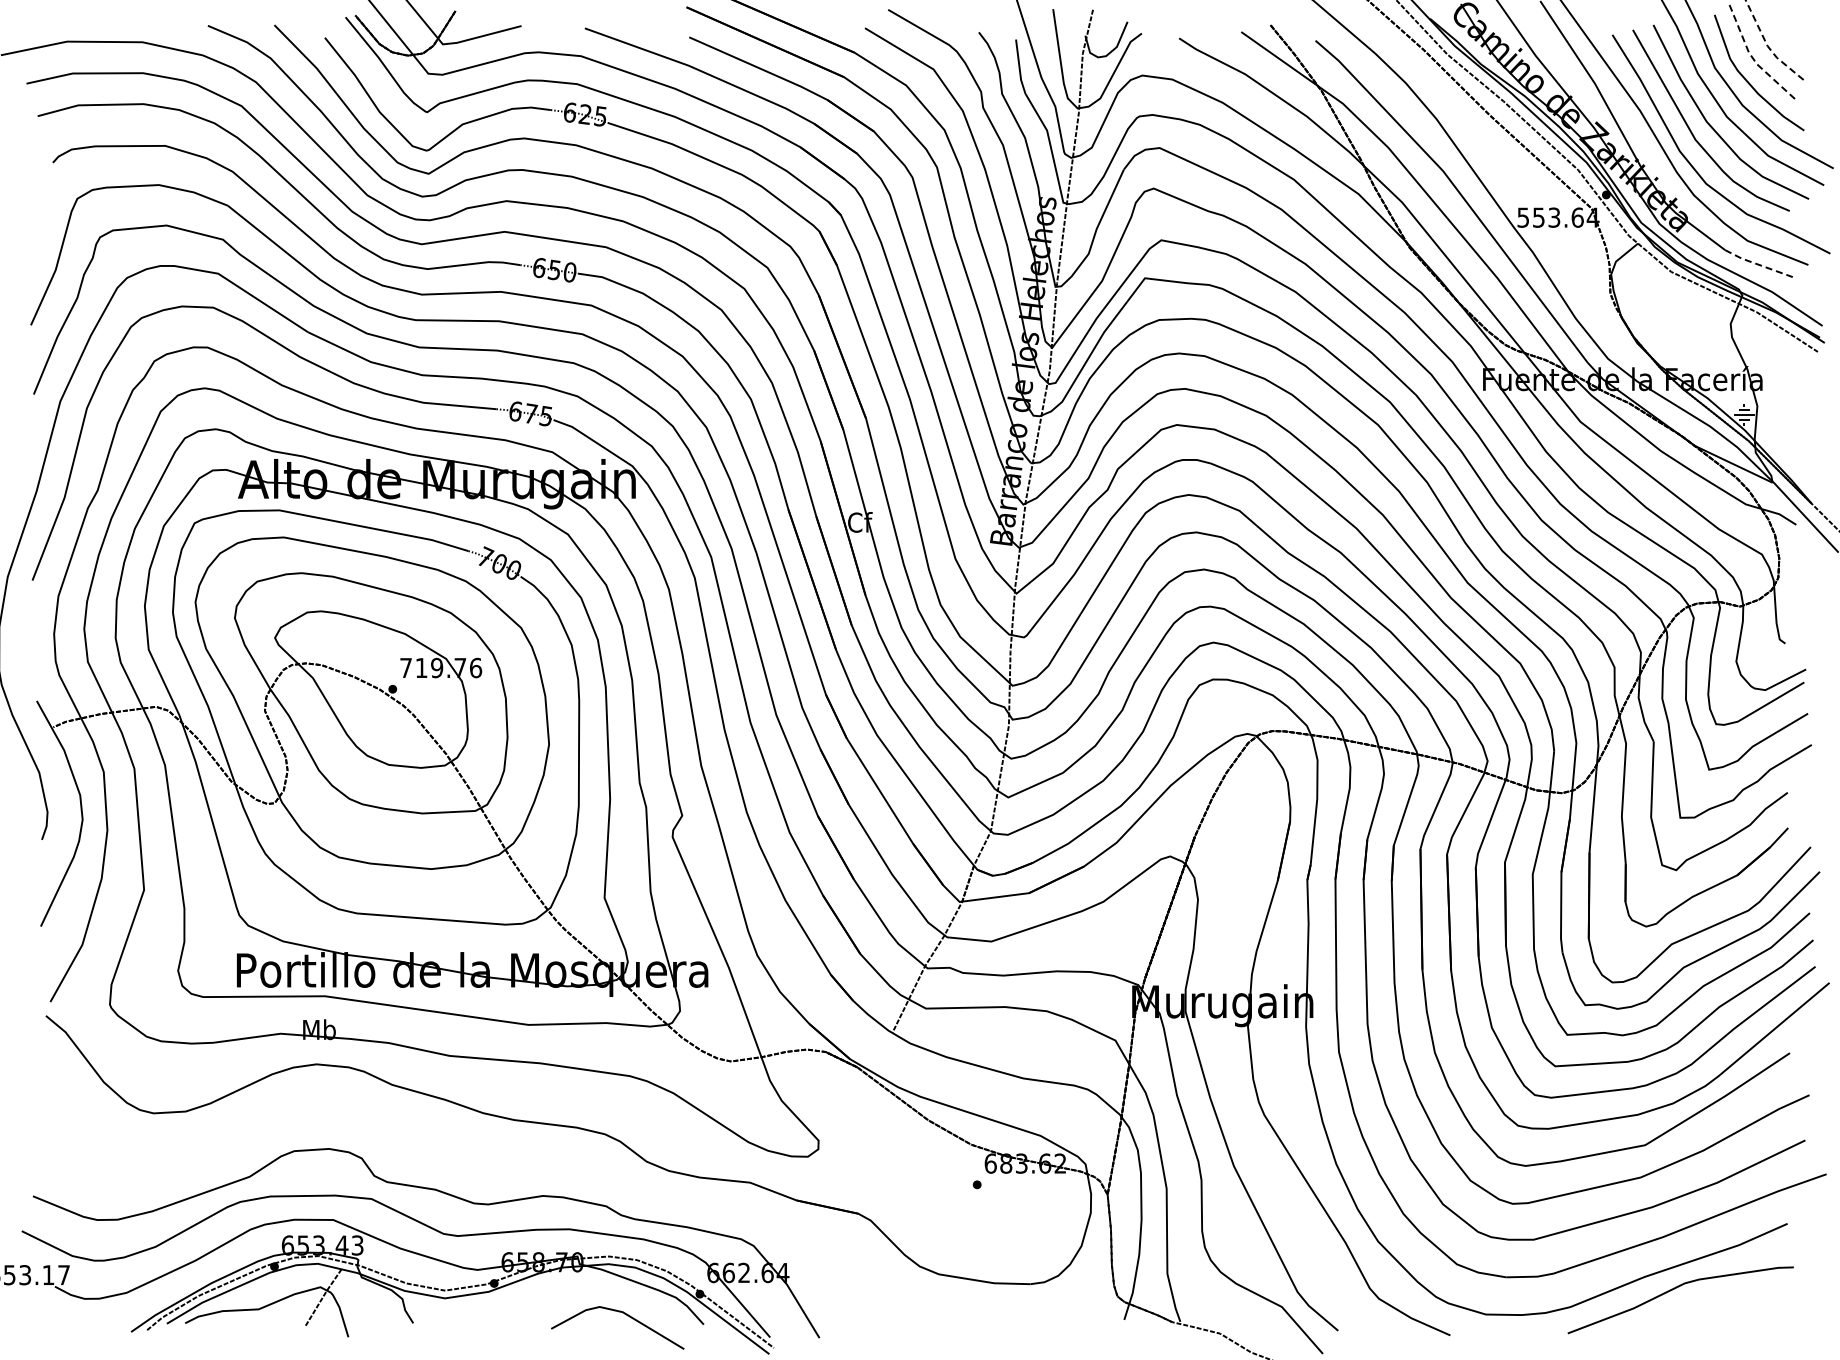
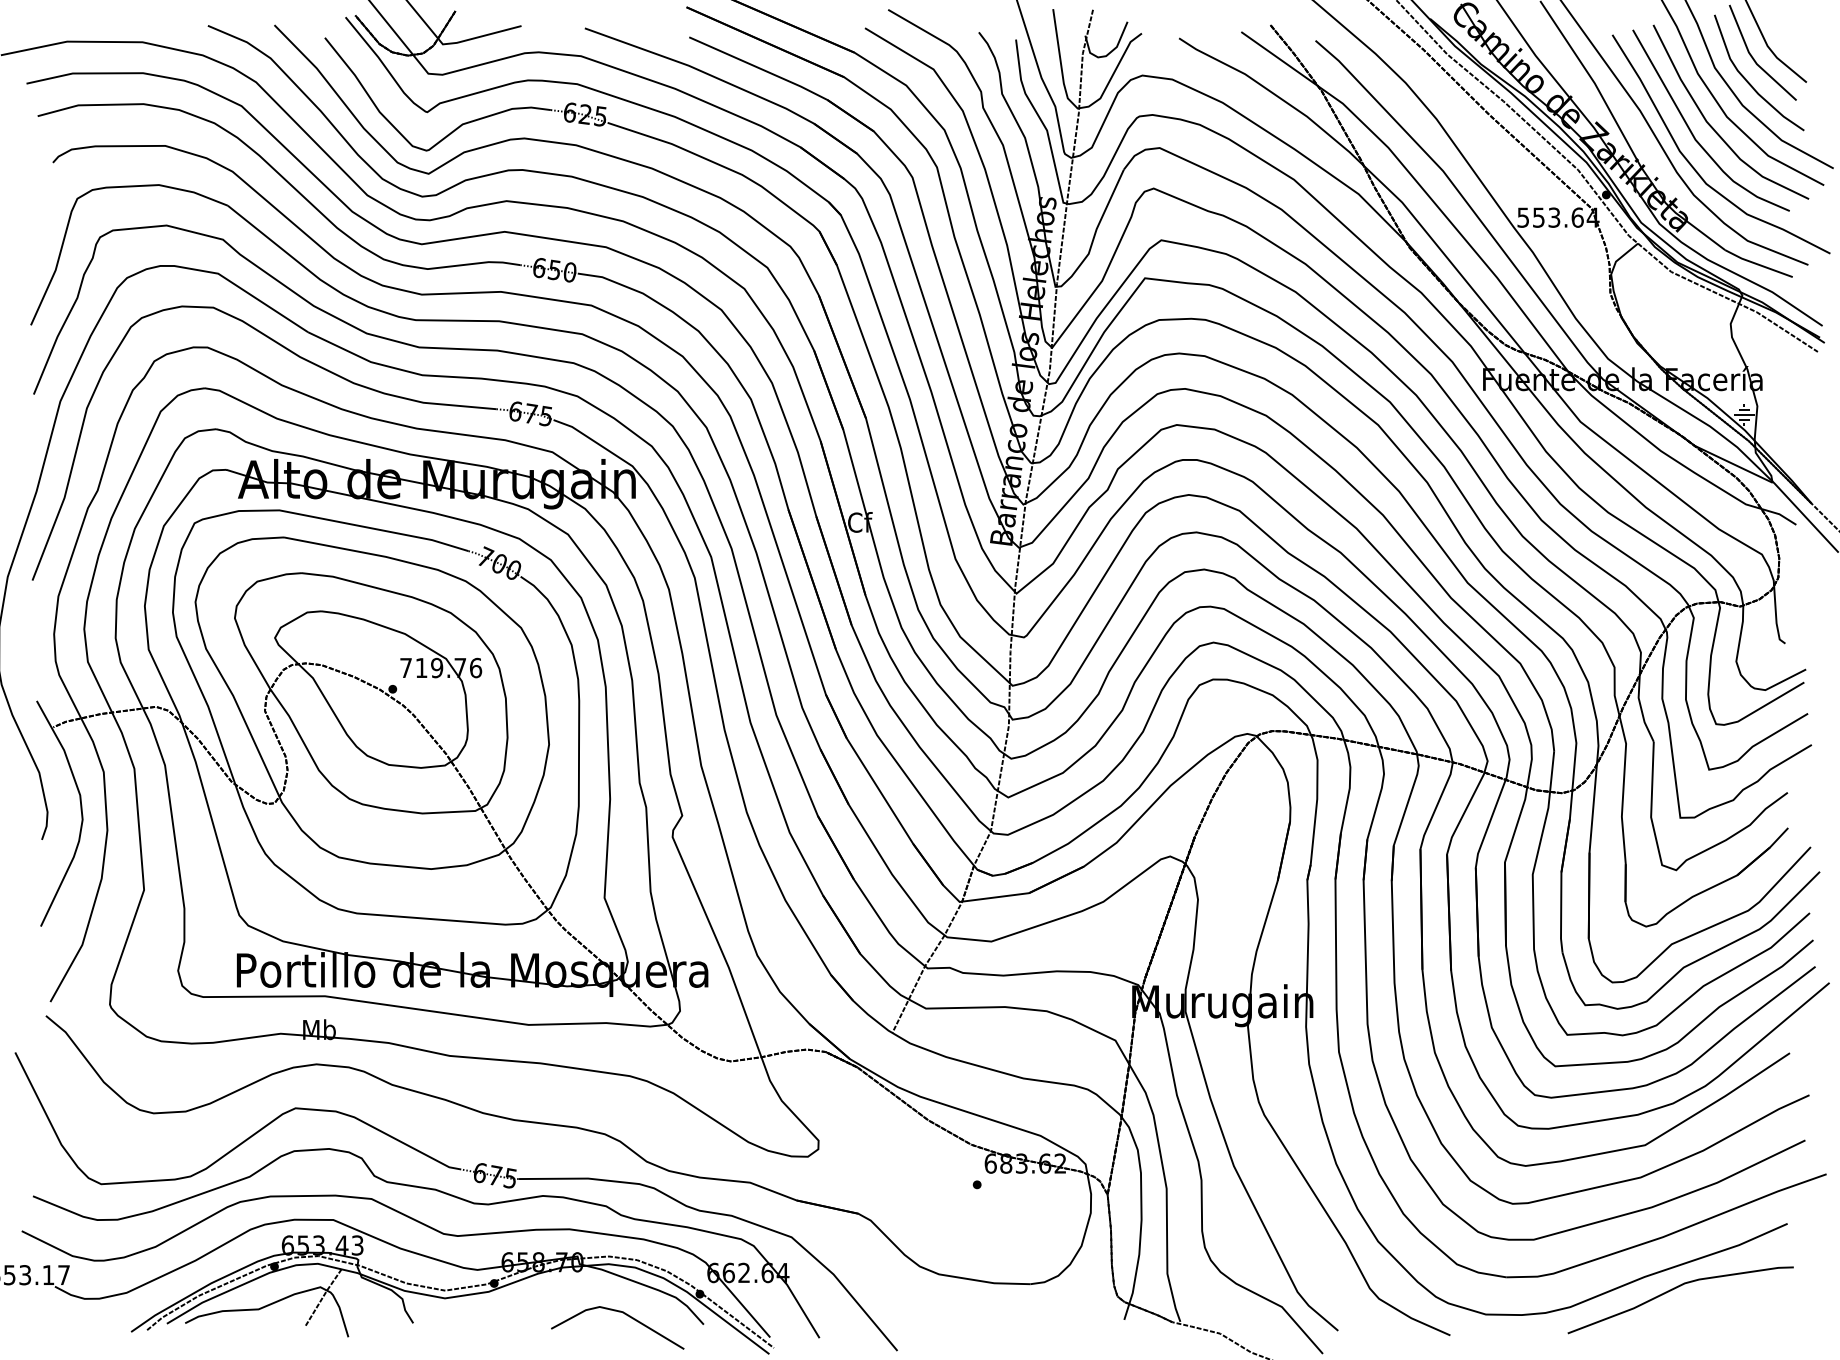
line at (1768, 47): dashed -> solid
line at (1753, 59): dashed -> solid
line at (1758, 264): dashed -> solid
part at (475, 1181): none -> present
